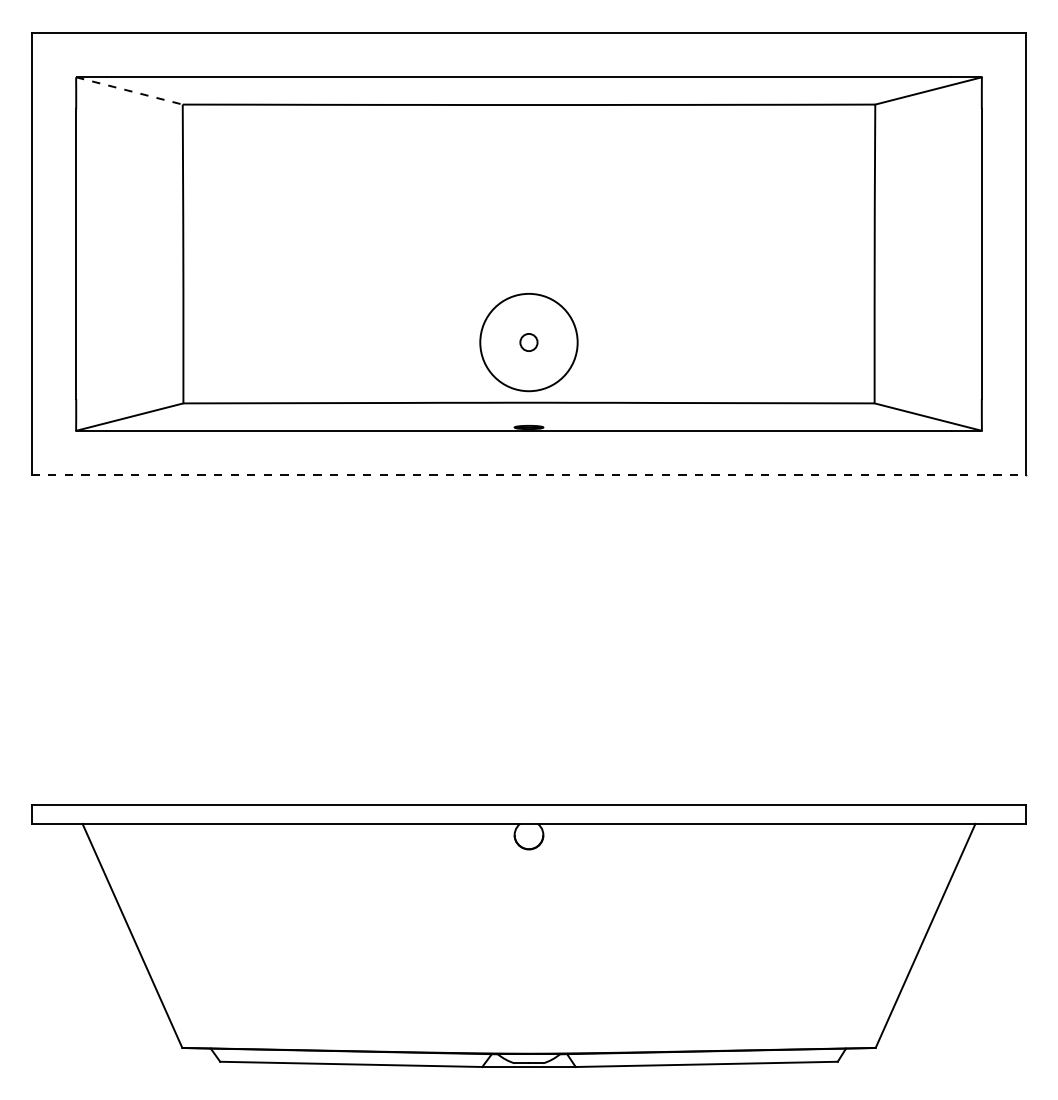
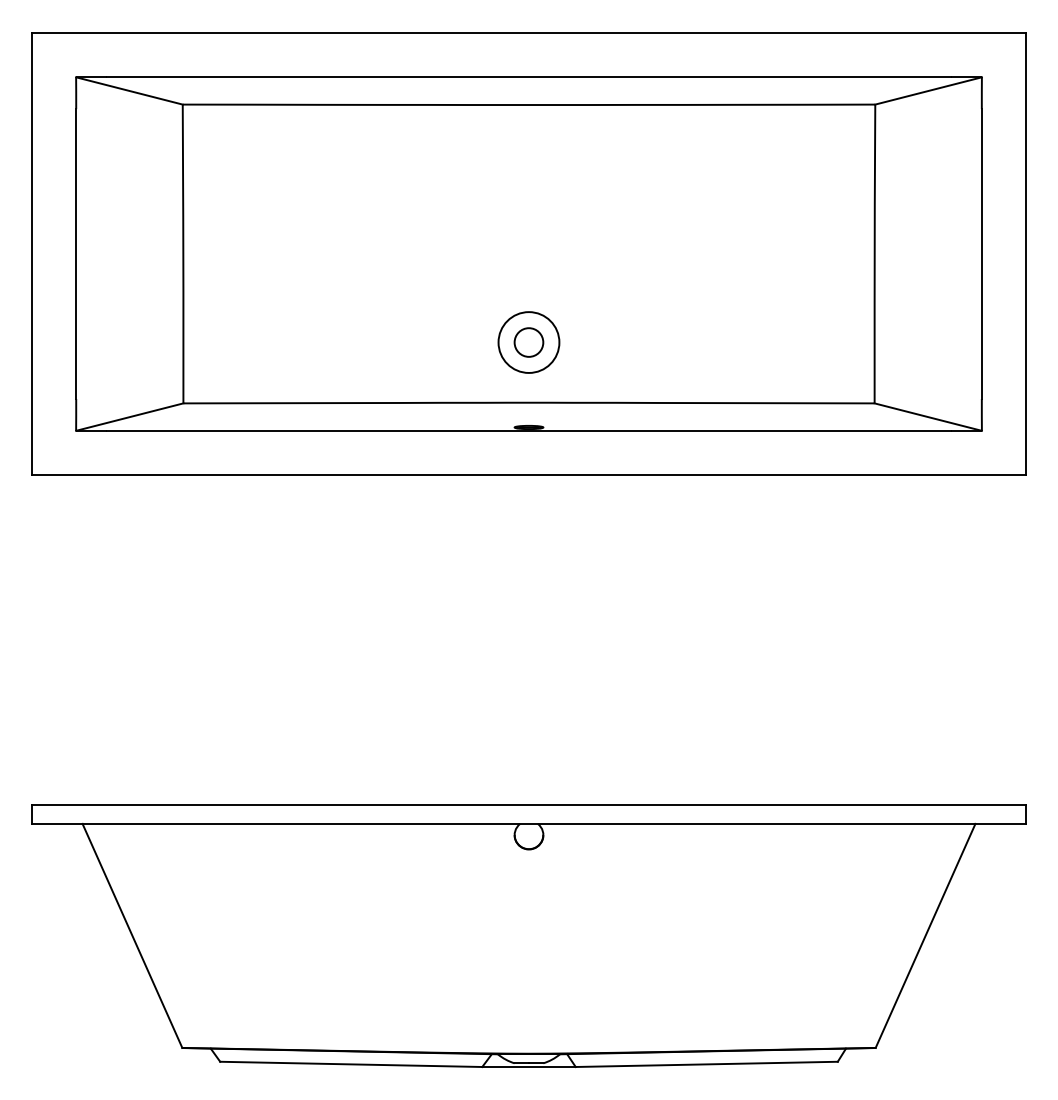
line at (129, 91): dashed -> solid
circle at (528, 342) diameter: 17 px -> 29 px
circle at (528, 342) diameter: 97 px -> 61 px
line at (529, 475): dashed -> solid
